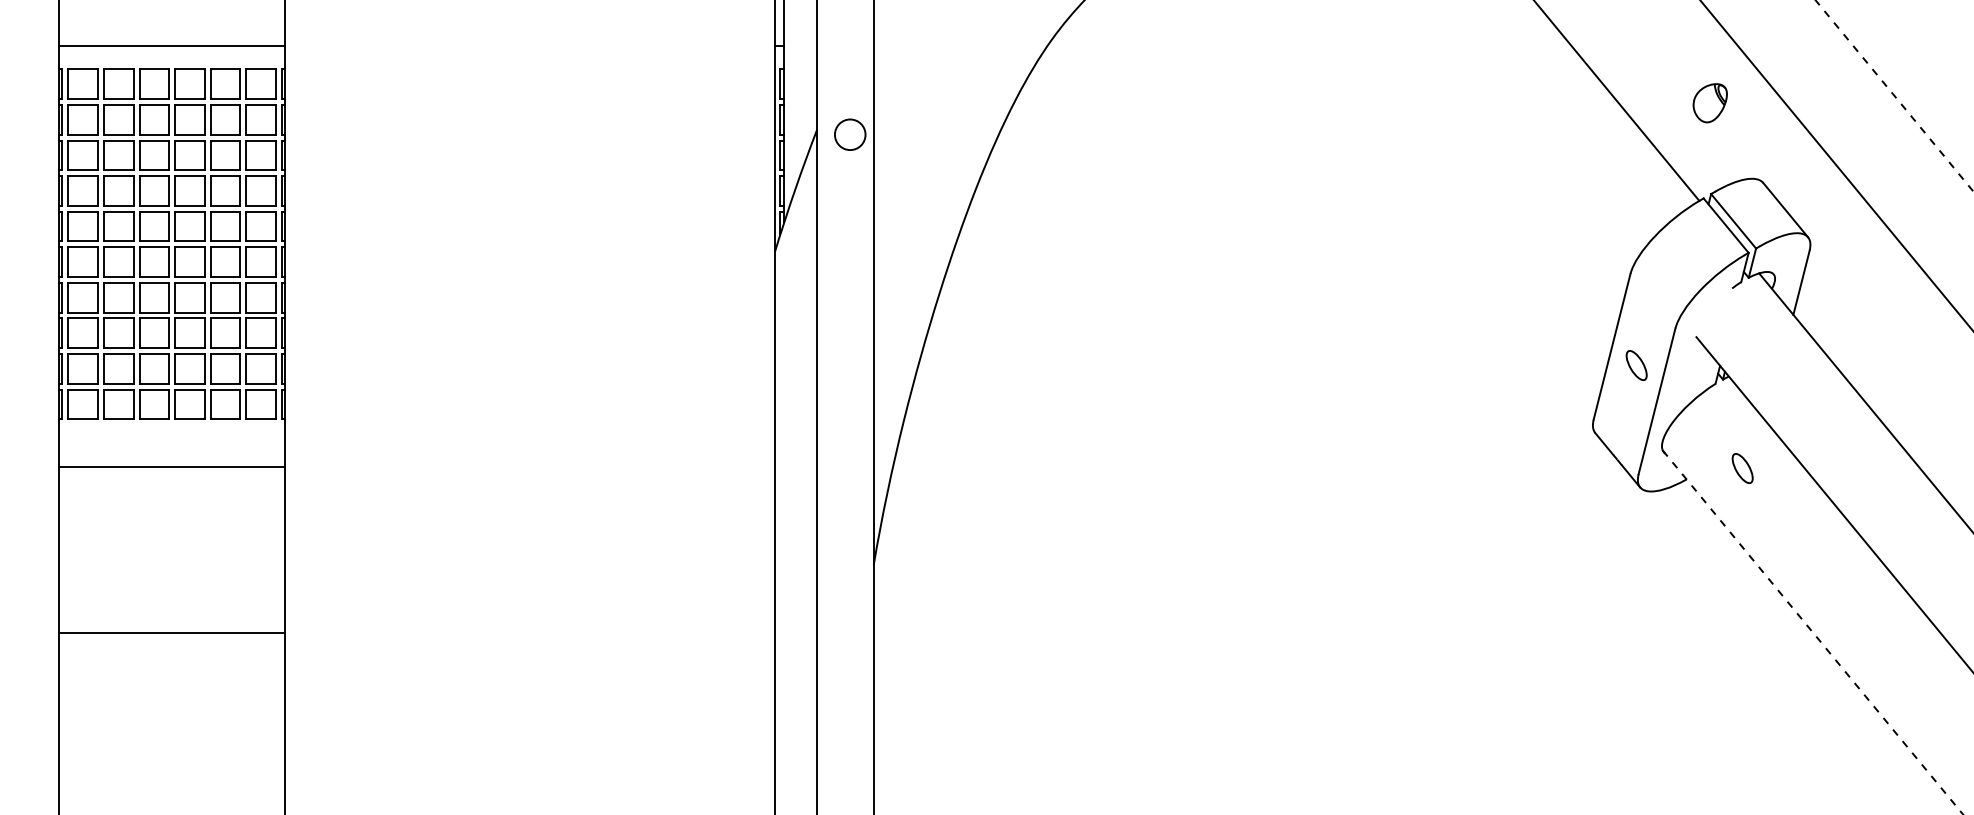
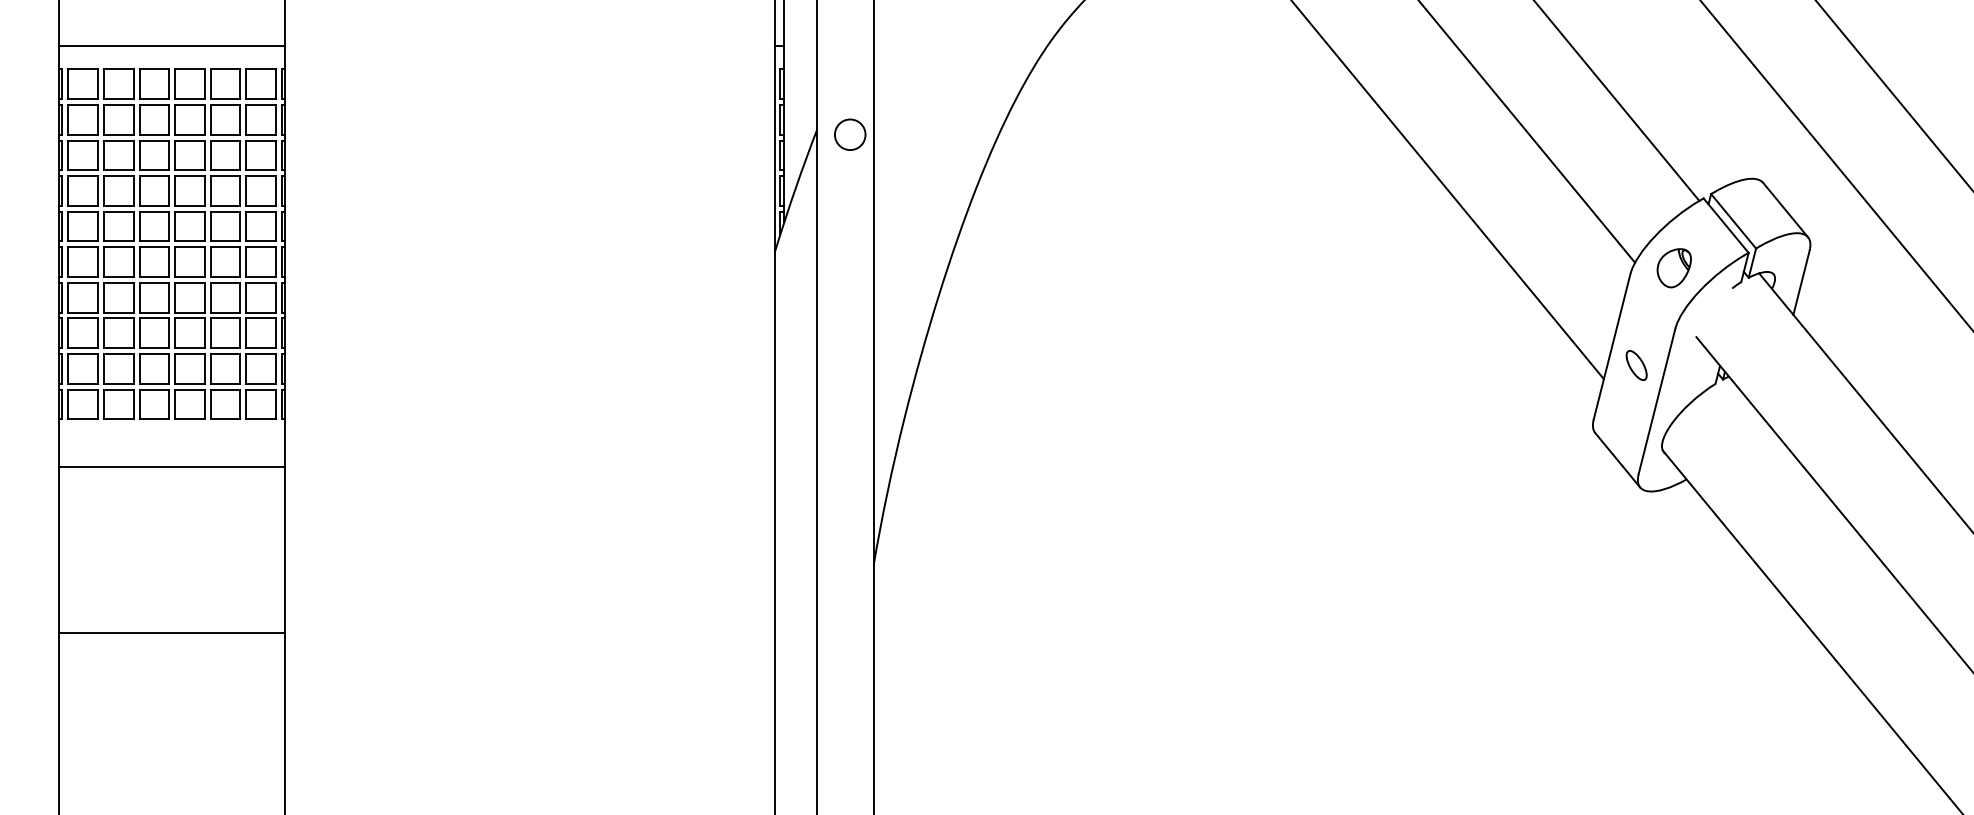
line at (1894, 96): dashed -> solid
part at (1709, 103) position: (1709, 103) -> (1673, 268)
line at (1527, 132): none -> present
line at (1448, 190): none -> present
part at (1742, 468): present -> none
line at (1813, 632): dashed -> solid
